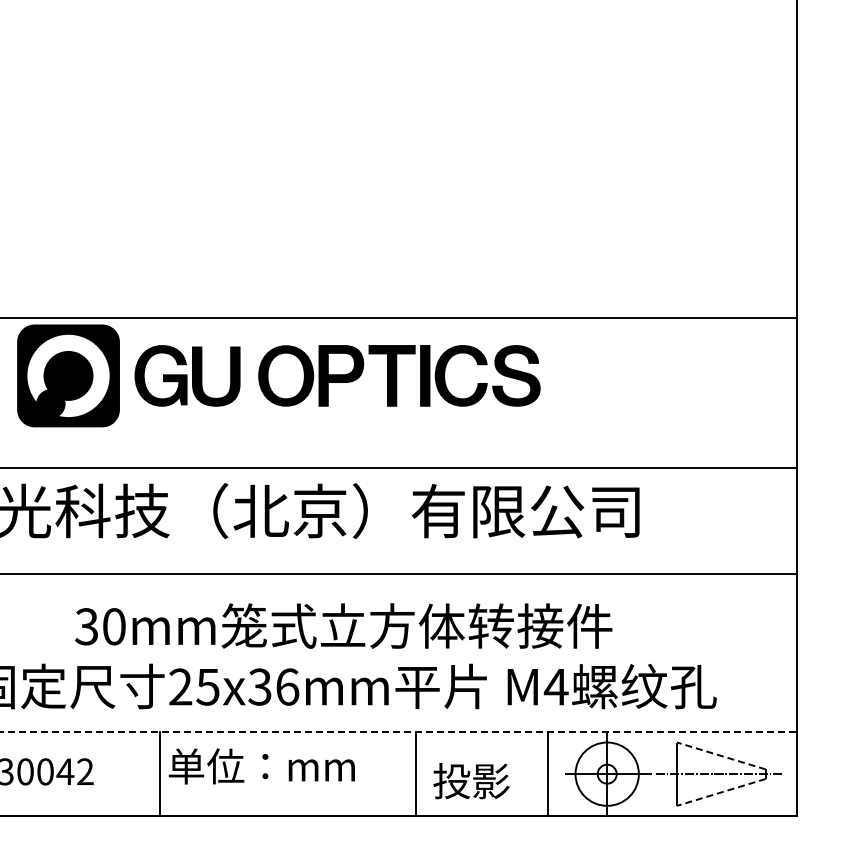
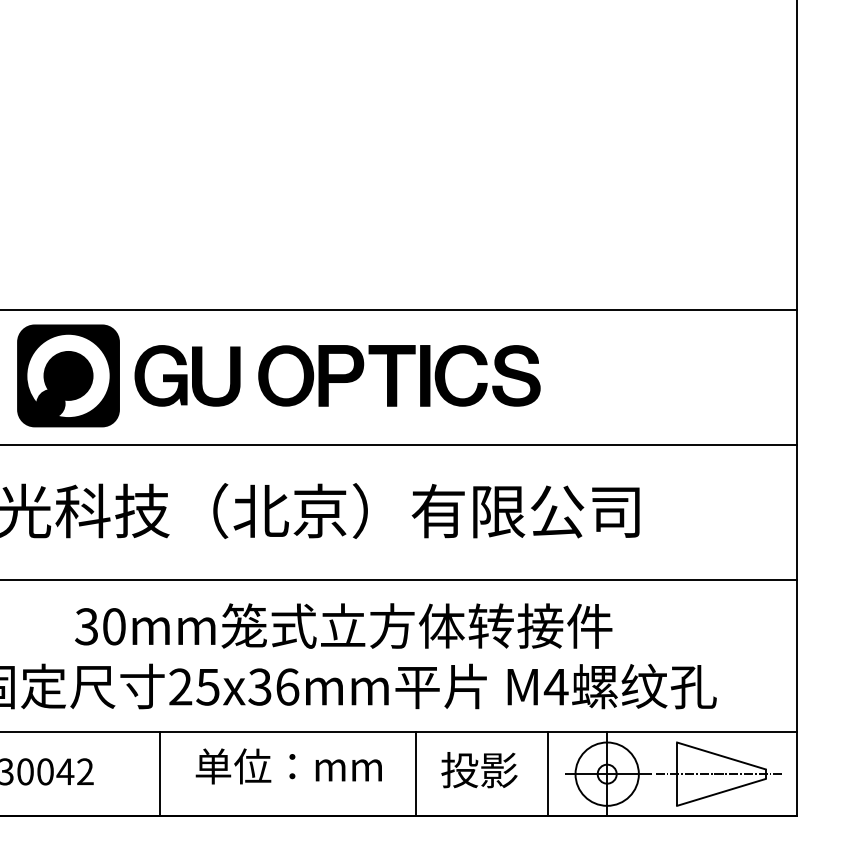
line at (399, 317) position: (399, 317) -> (399, 309)
line at (399, 467) position: (399, 467) -> (399, 444)
line at (399, 573) position: (399, 573) -> (399, 579)
line at (399, 731): dashed -> solid
line at (720, 755): dashed -> solid
text at (261, 766) position: (261, 766) -> (288, 766)
text at (471, 781) position: (471, 781) -> (479, 770)
line at (720, 792): dashed -> solid
